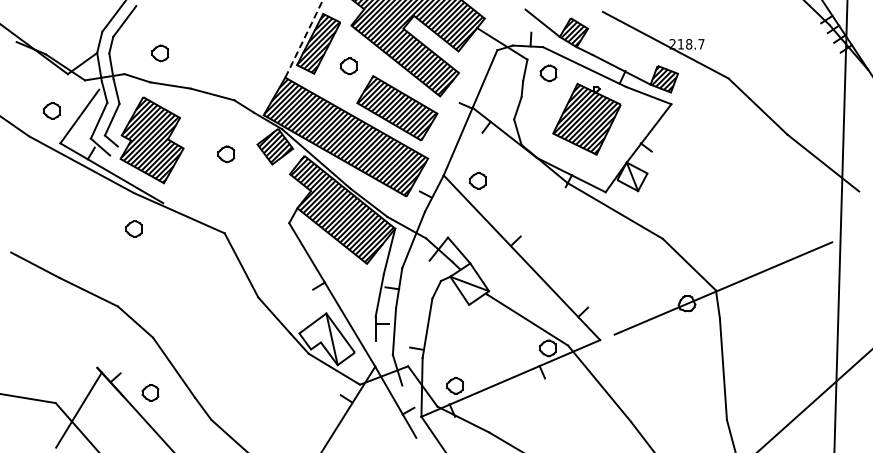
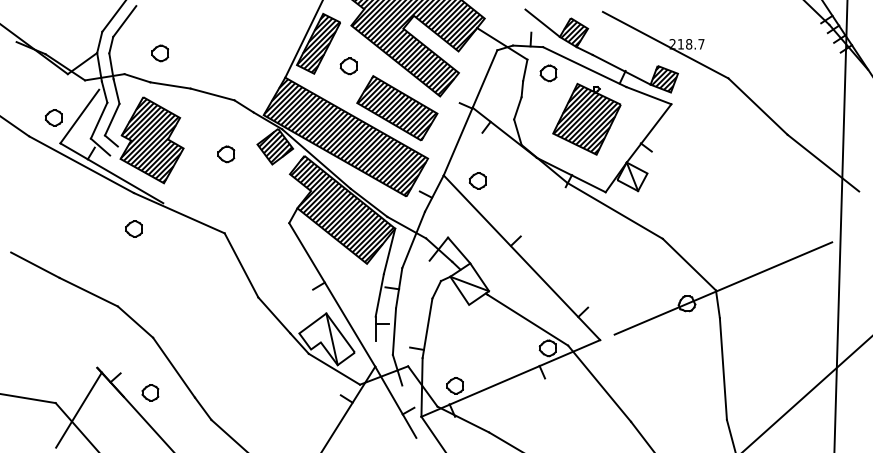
line at (304, 39): dashed -> solid
part at (51, 110) position: (51, 110) -> (53, 117)
line at (814, 400) position: (814, 400) -> (807, 393)
